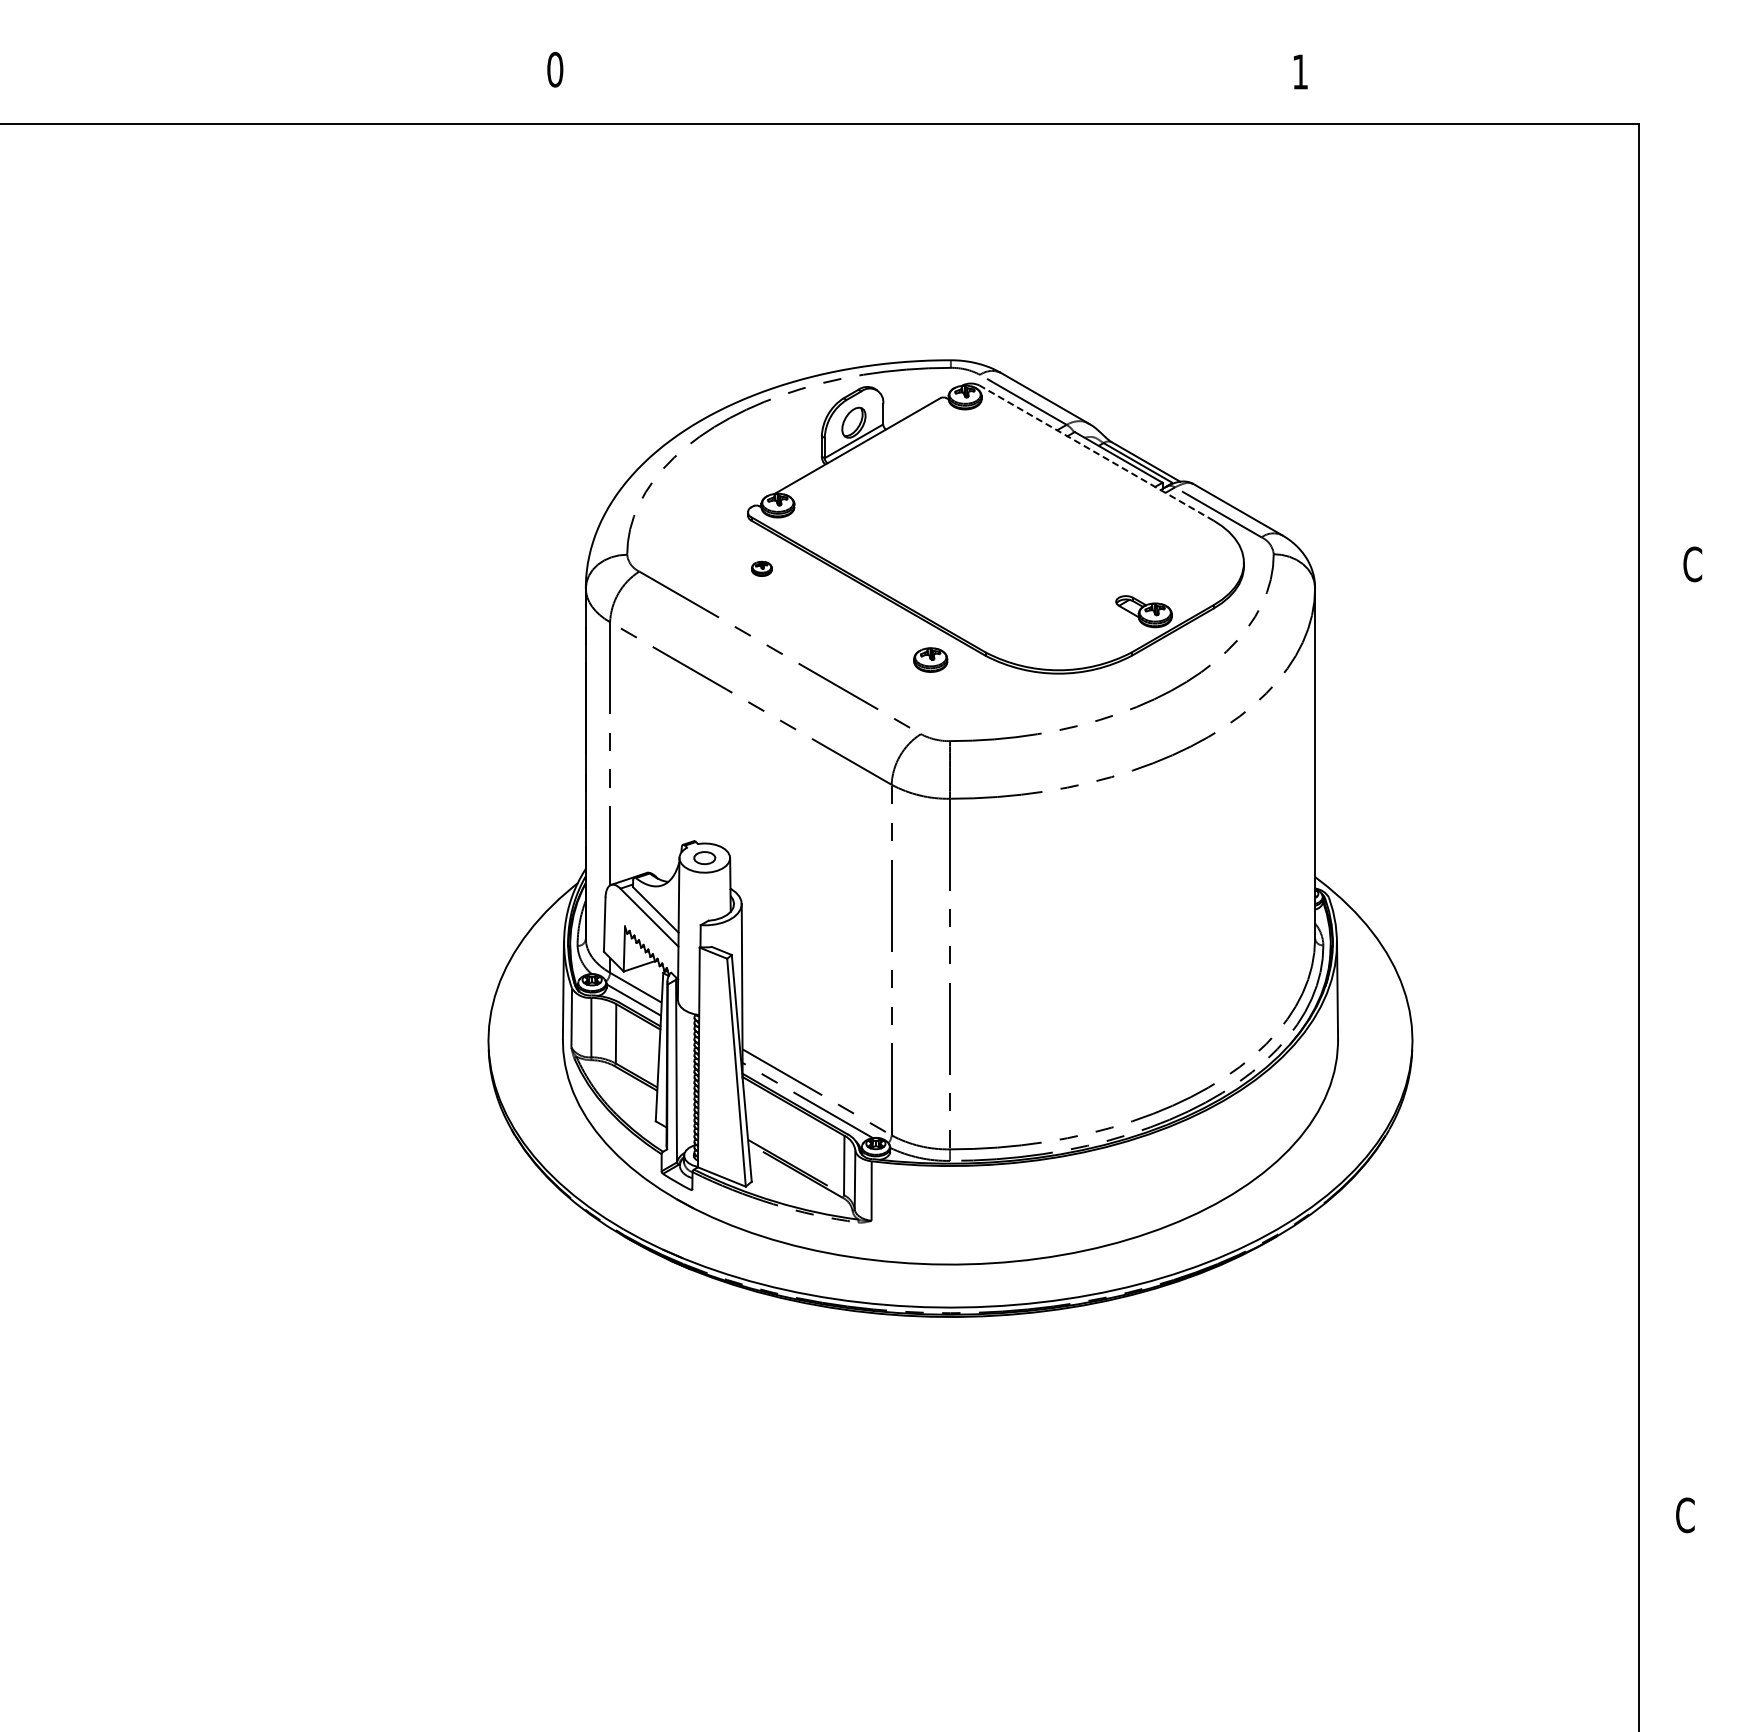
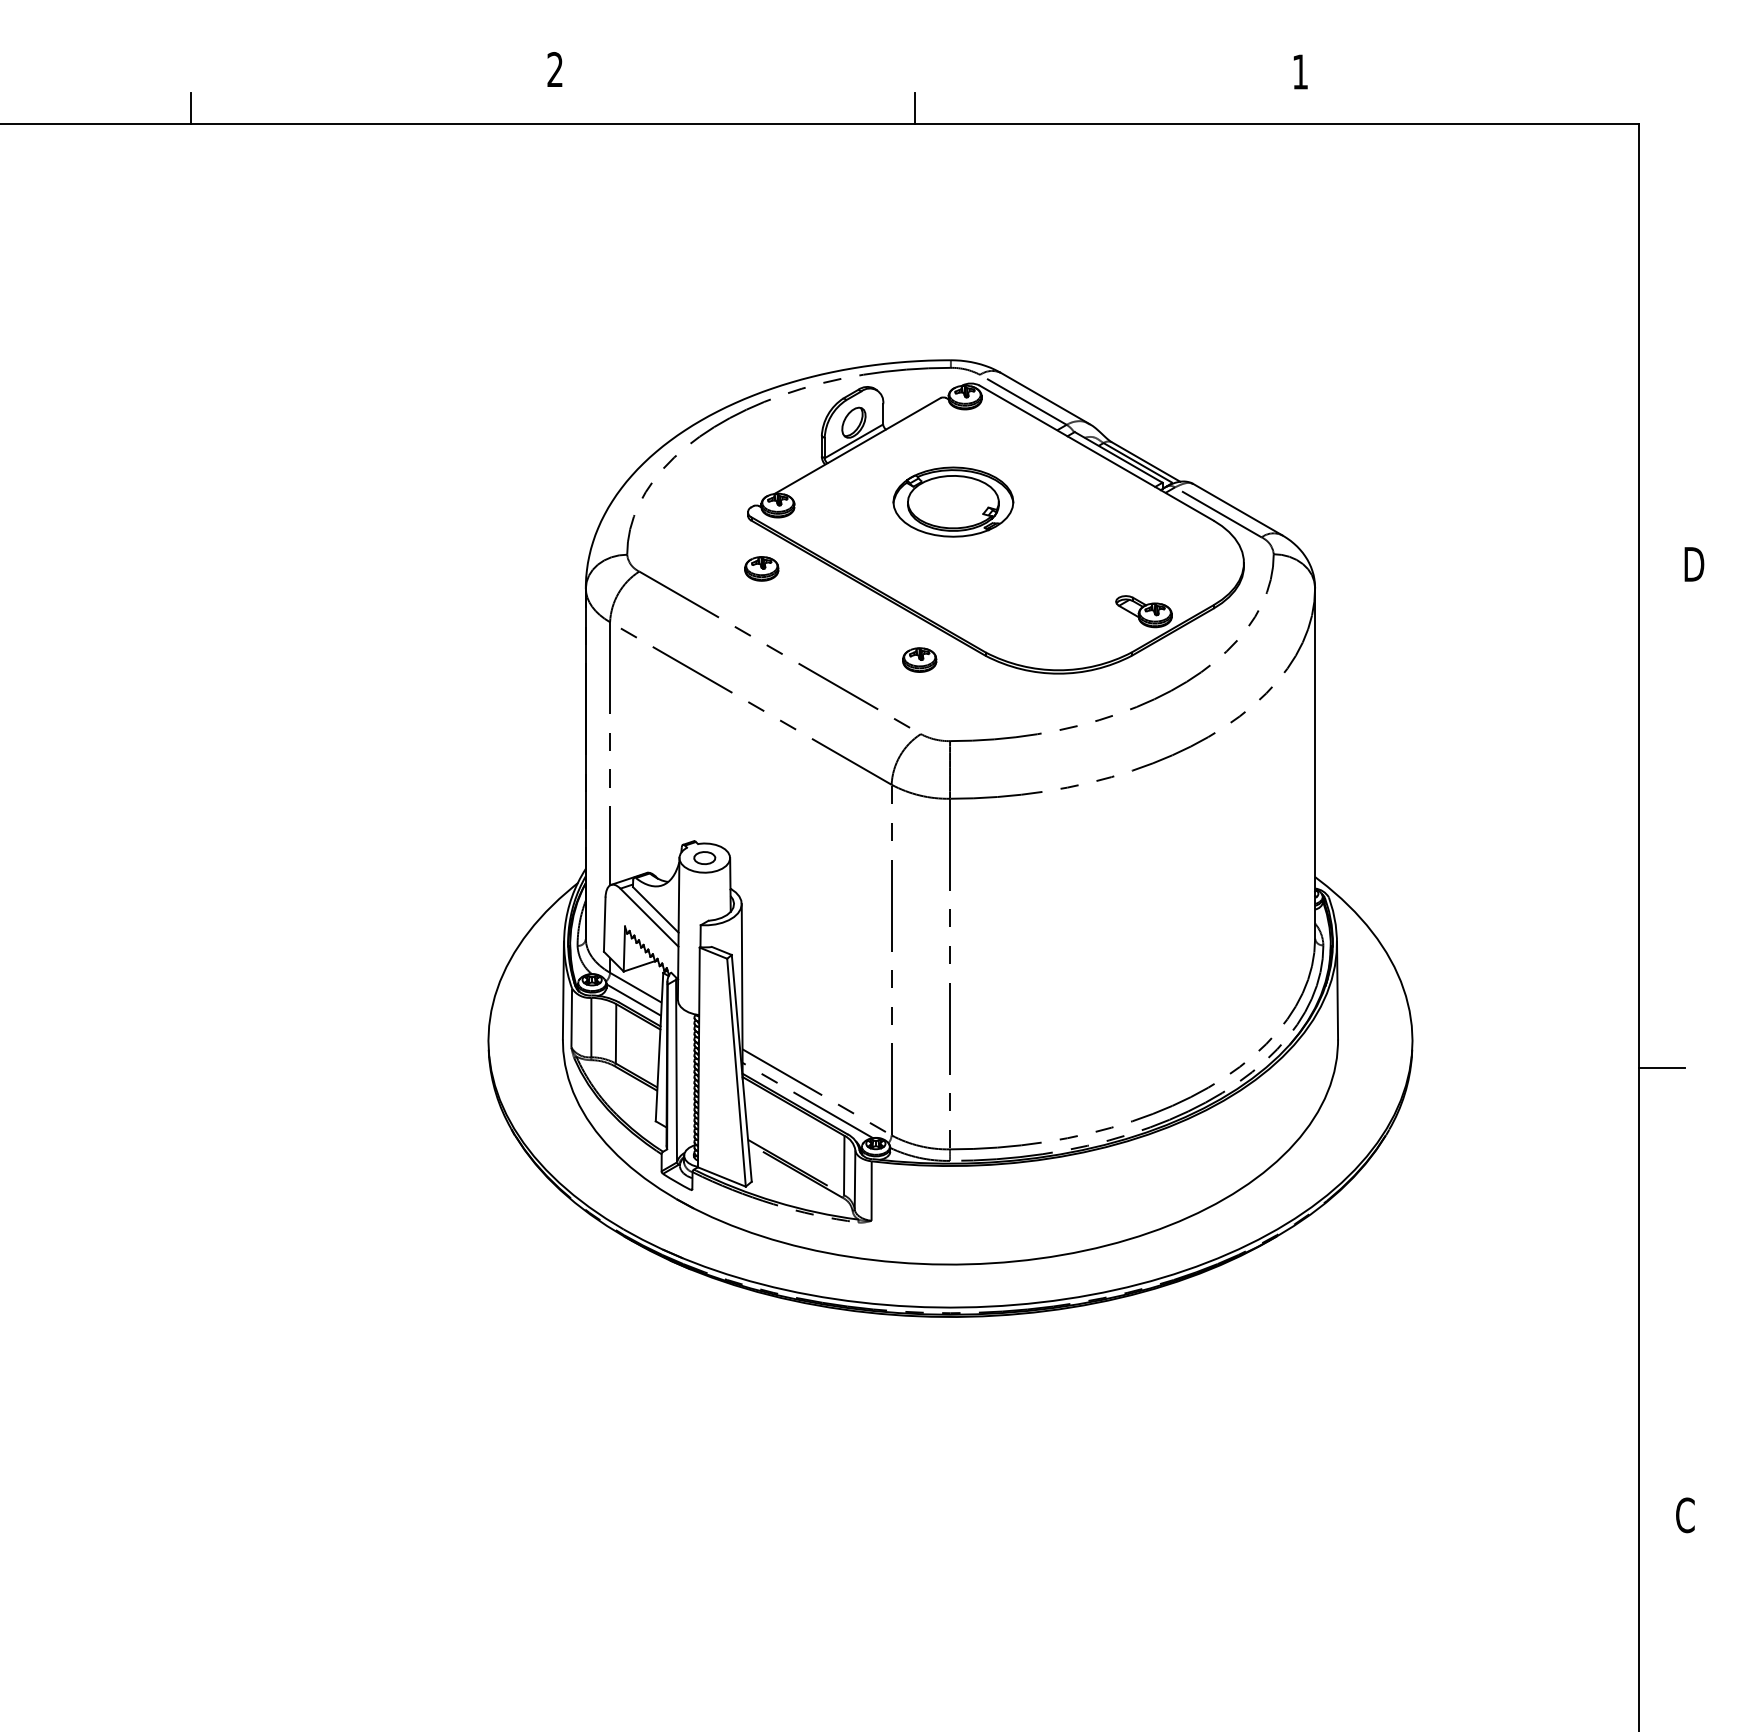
text at (555, 69): 0 -> 2
line at (191, 107): none -> present
line at (915, 107): none -> present
line at (1096, 452): dashed -> solid
part at (953, 501): none -> present
text at (1693, 564): C -> D
part at (761, 568) size: 22x17 px -> 36x26 px
part at (930, 659) position: (930, 659) -> (919, 659)
line at (1662, 1067): none -> present
